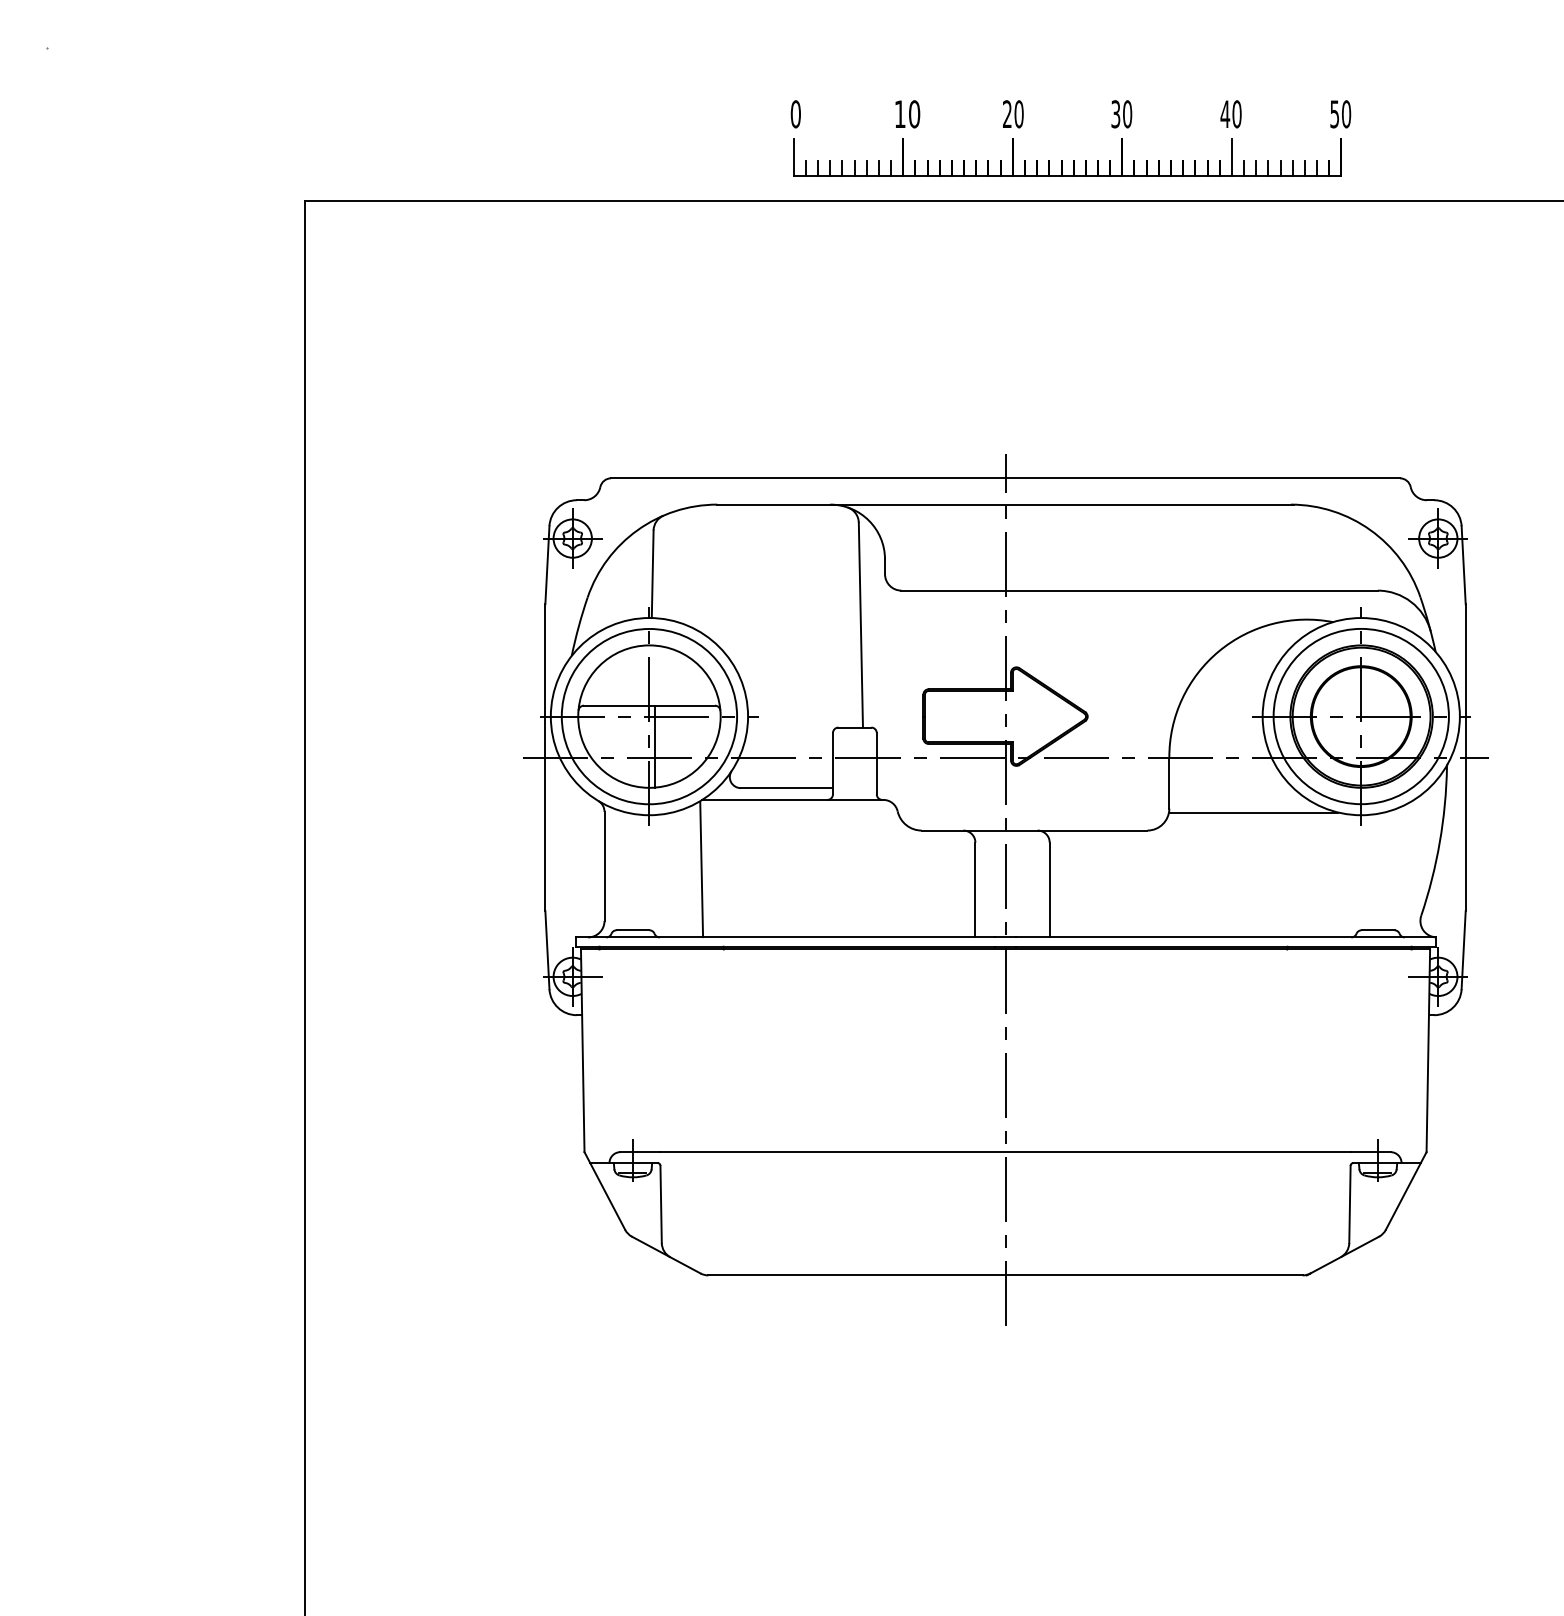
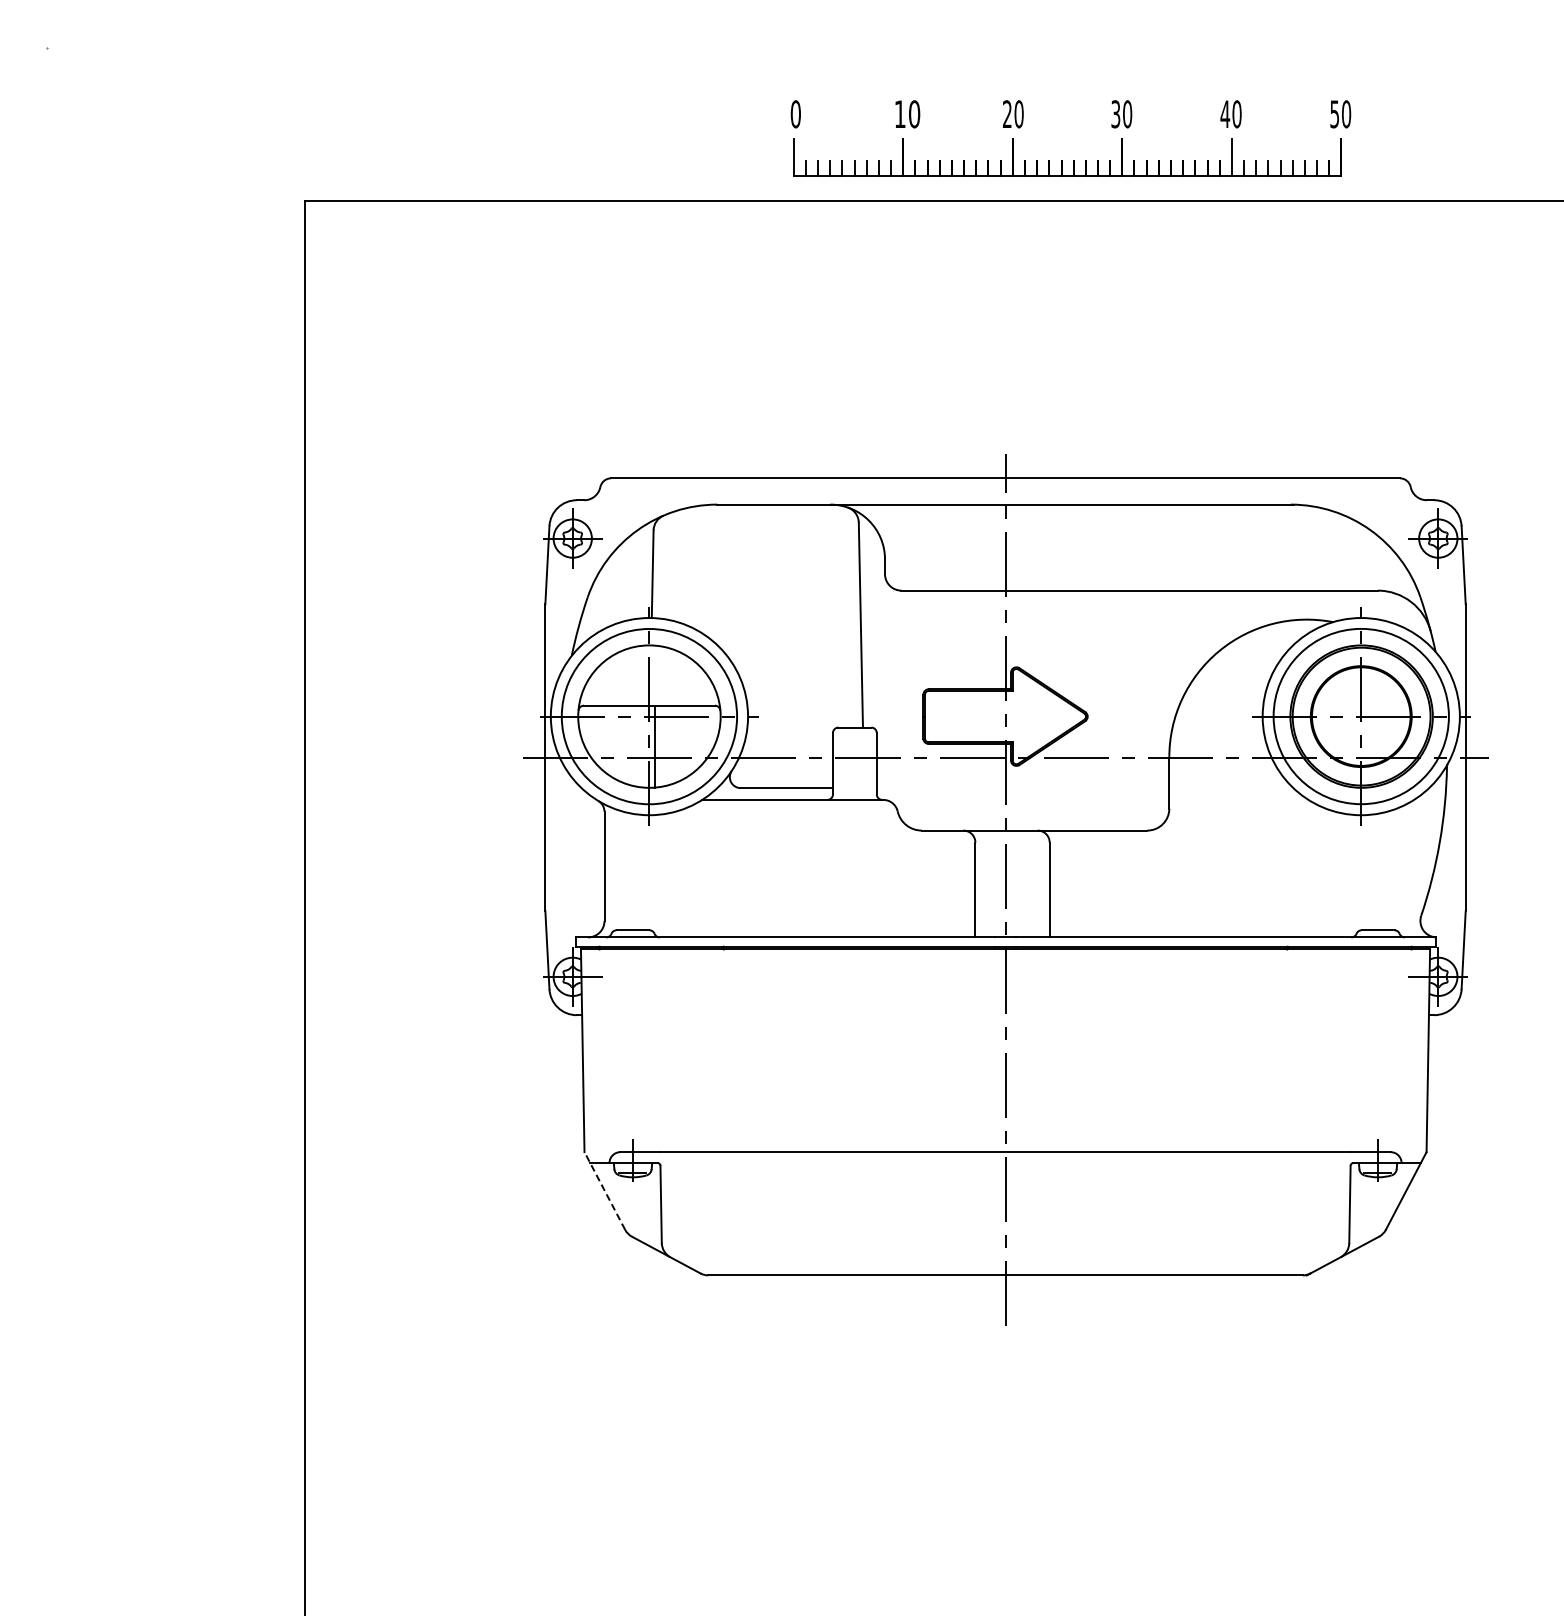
line at (1253, 812): present -> none
line at (701, 869): present -> none
line at (604, 1191): solid -> dashed
